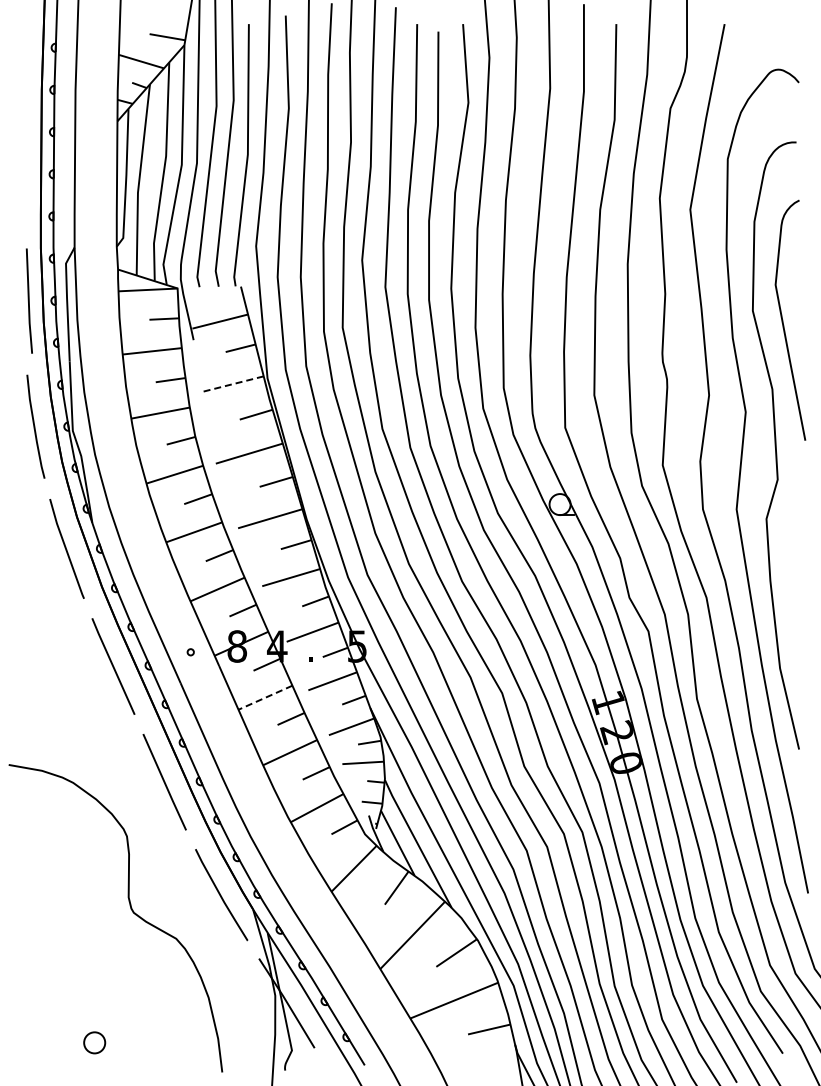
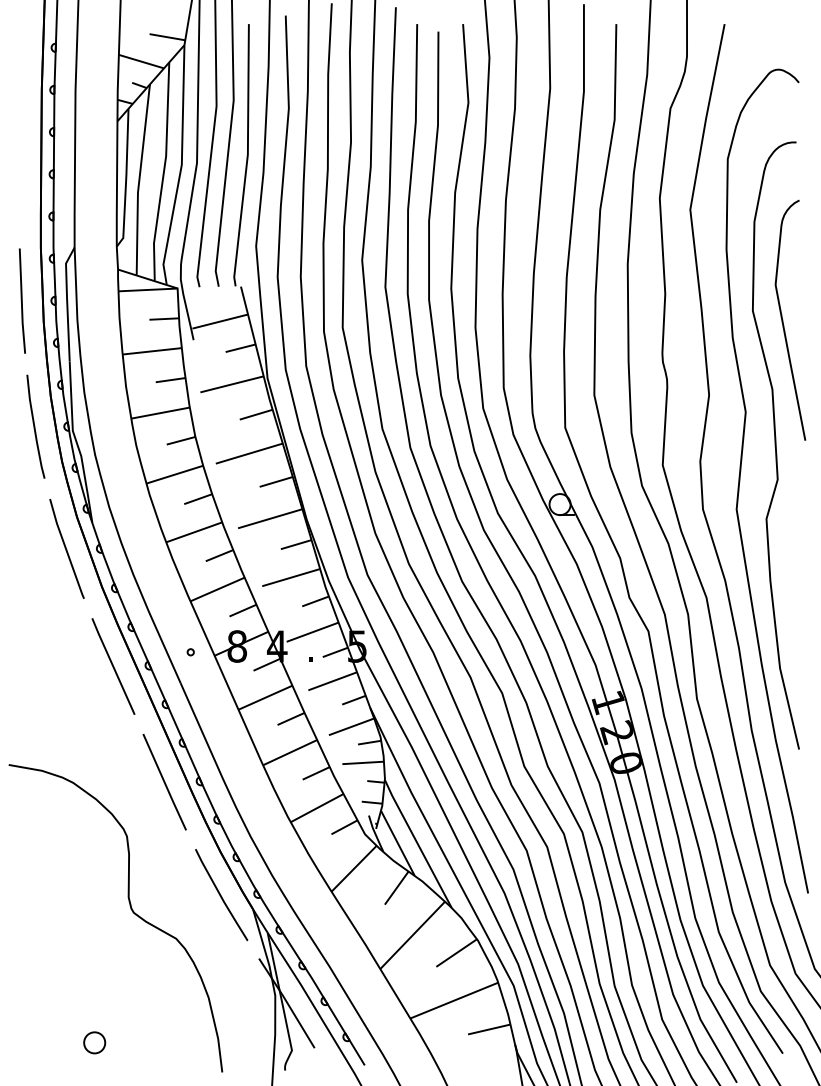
line at (28, 300) position: (28, 300) -> (21, 300)
line at (232, 384): dashed -> solid
line at (265, 697): dashed -> solid
